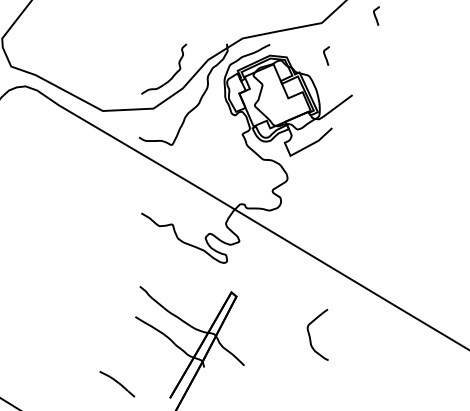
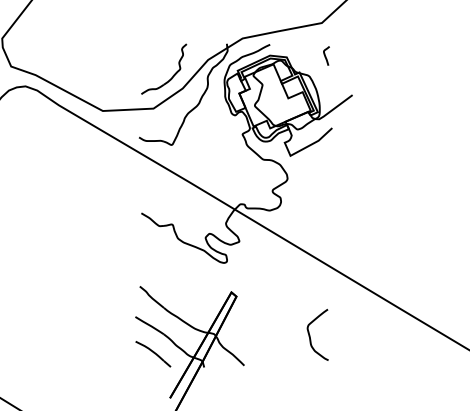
curve at (375, 15): present -> none
part at (117, 384) position: (117, 384) -> (153, 354)
